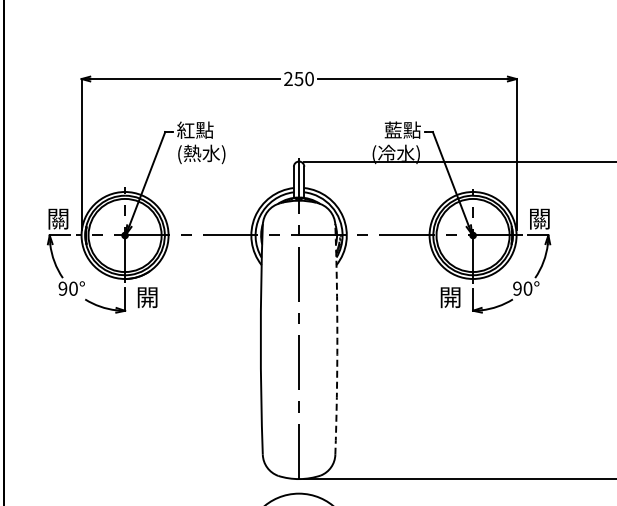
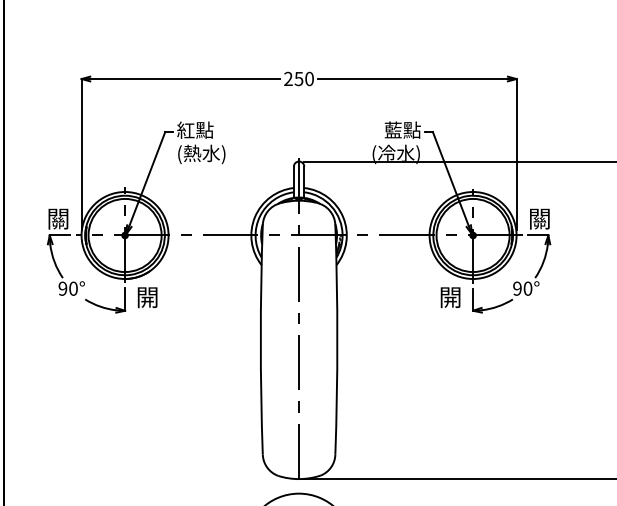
arc at (337, 339): dashed -> solid
